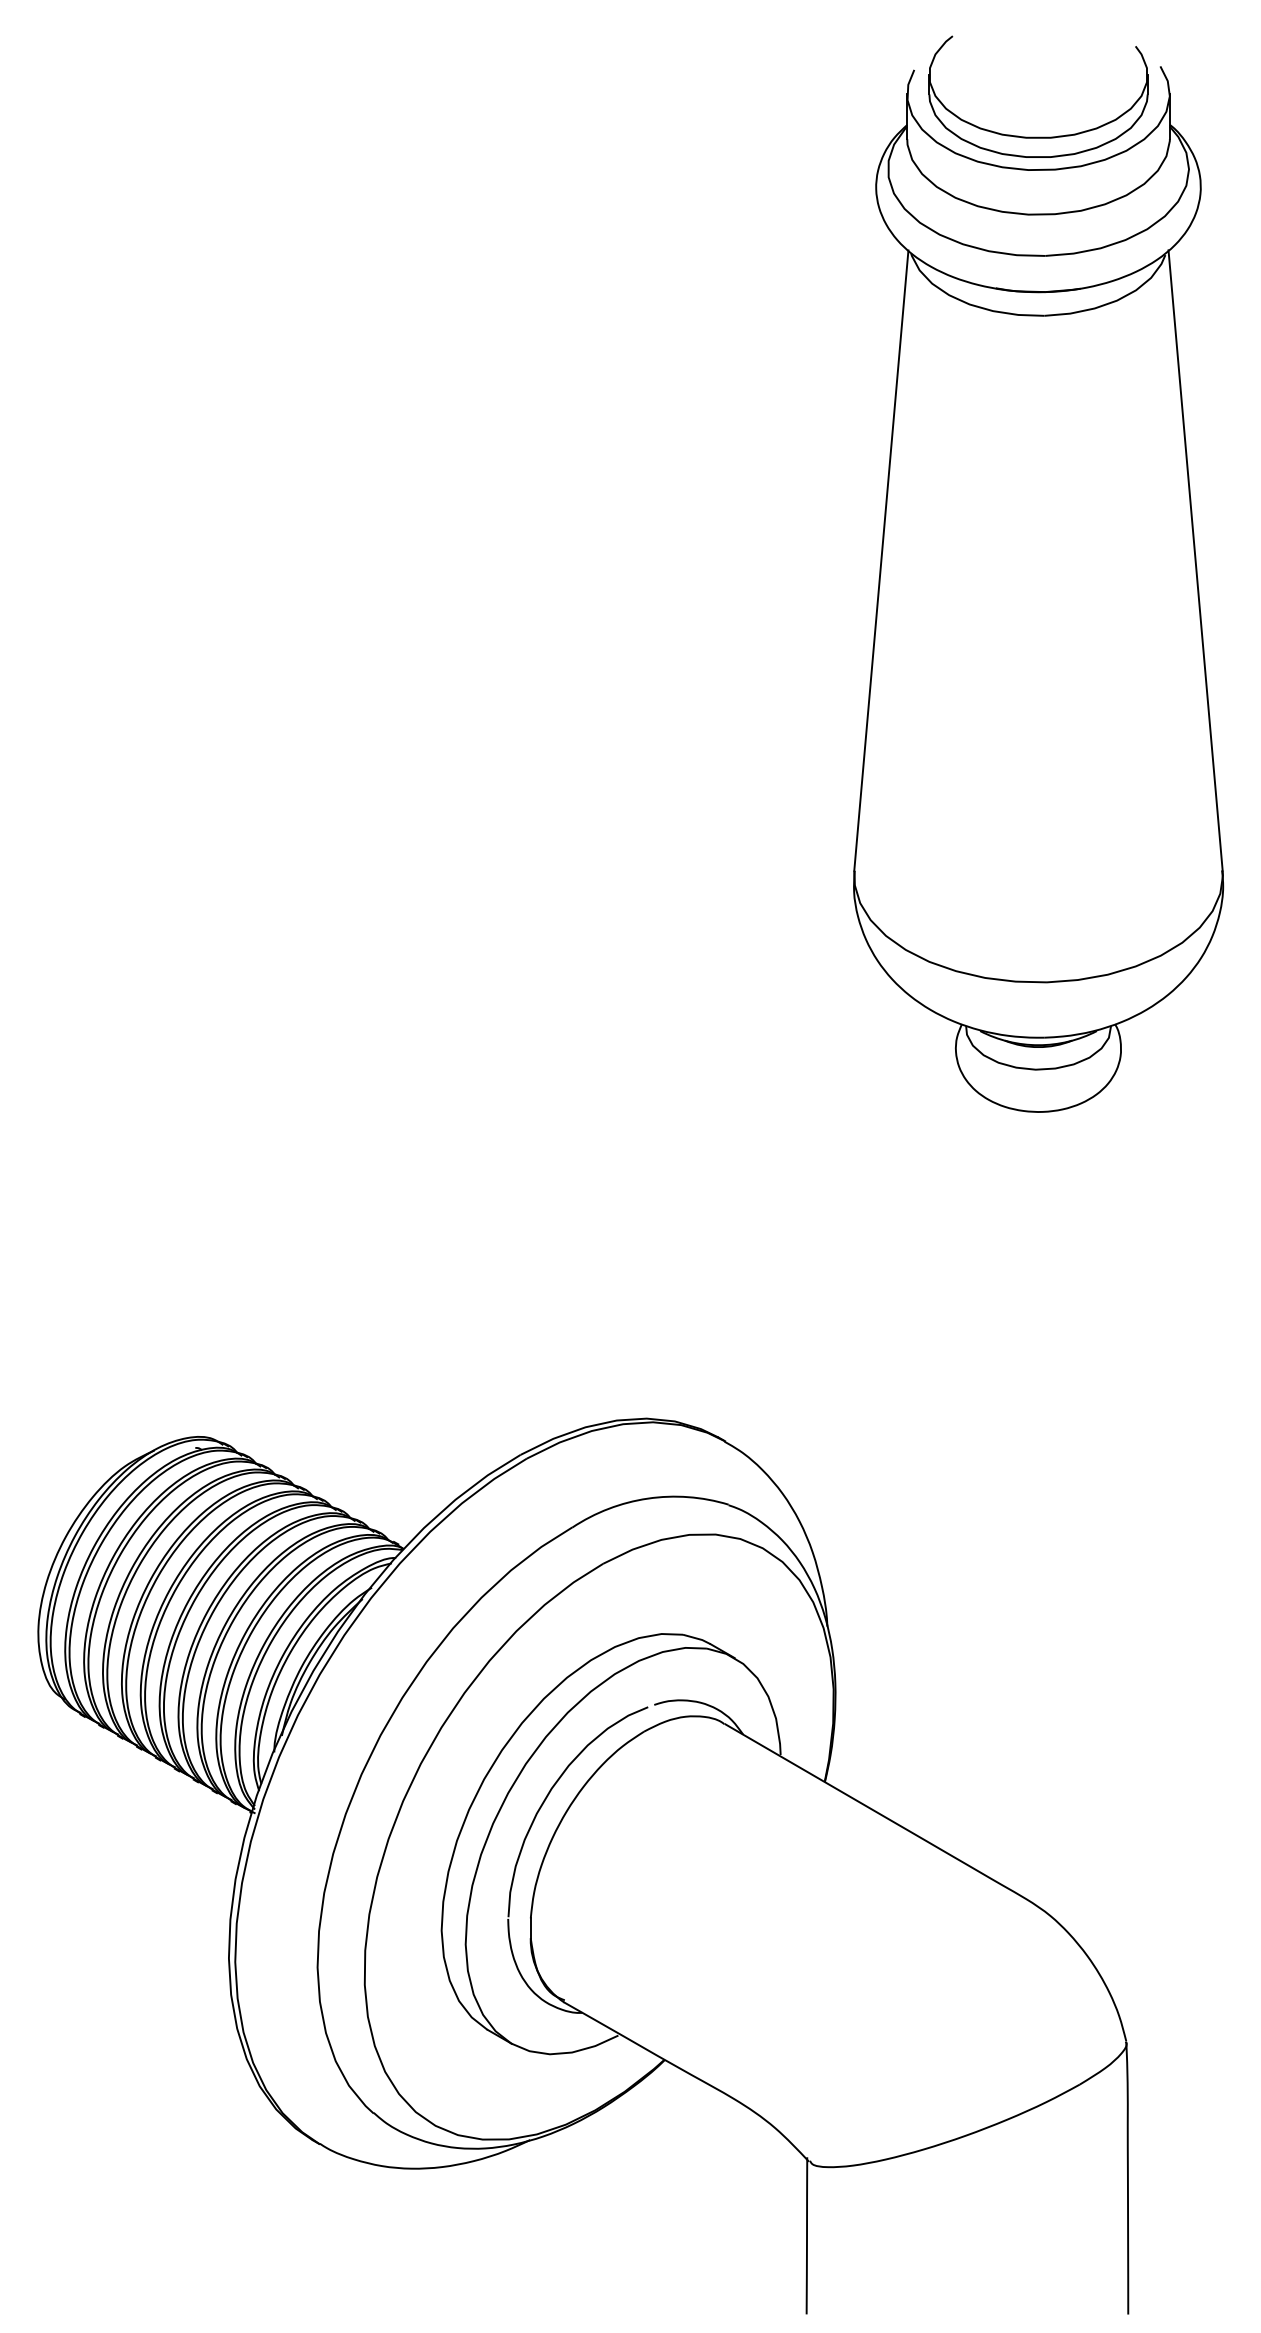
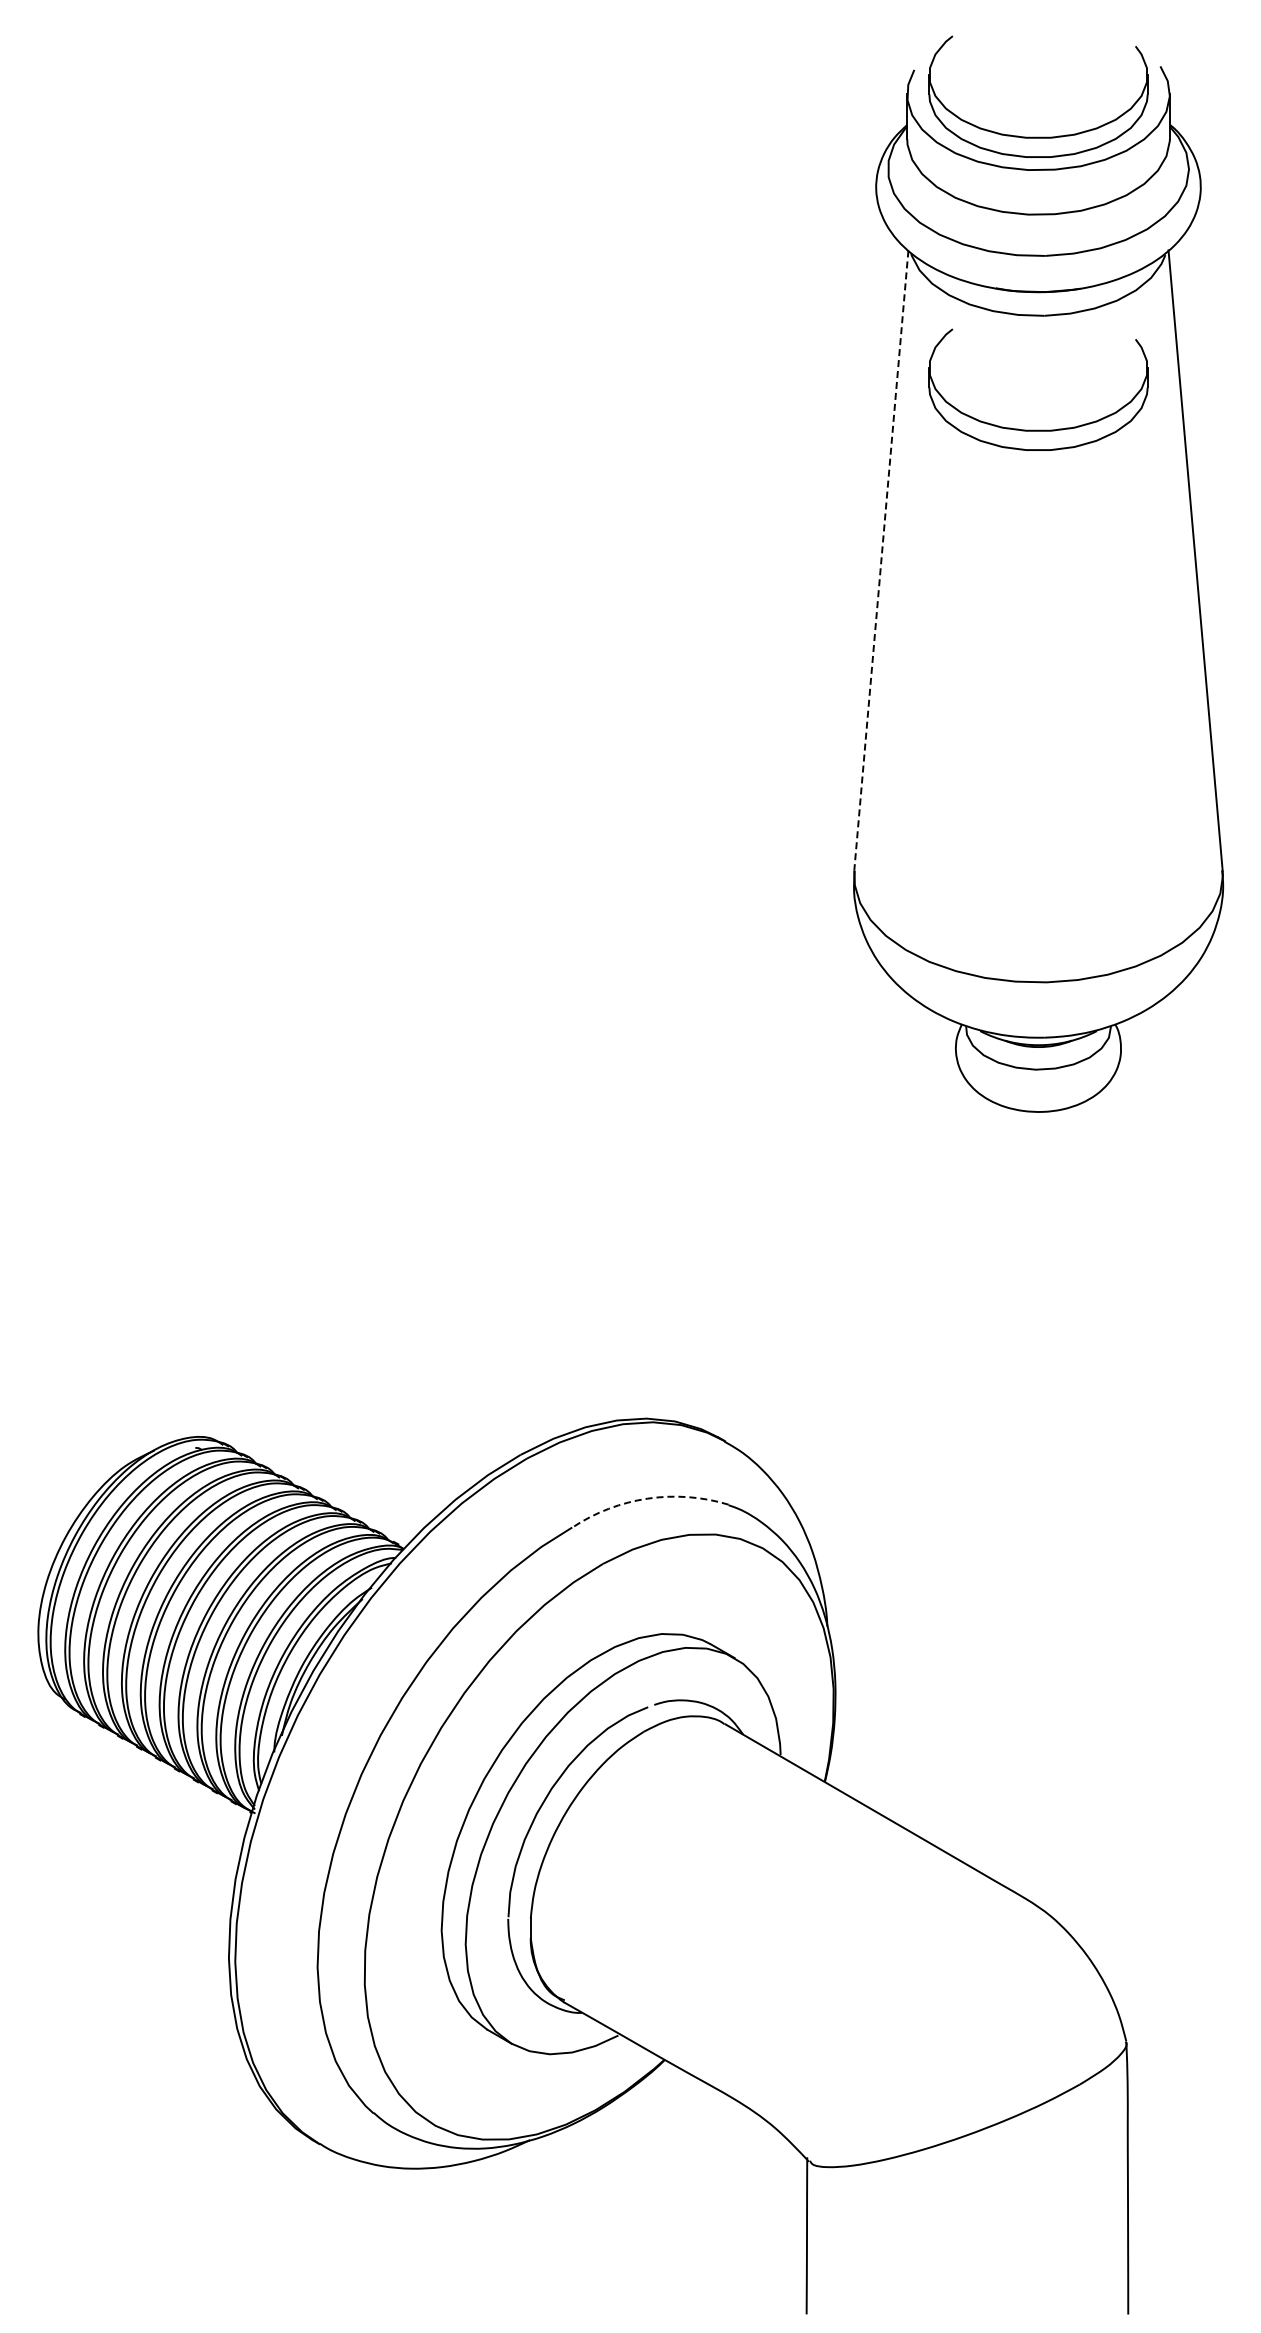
part at (1038, 429): none -> present
line at (881, 561): solid -> dashed
arc at (647, 1498): solid -> dashed
